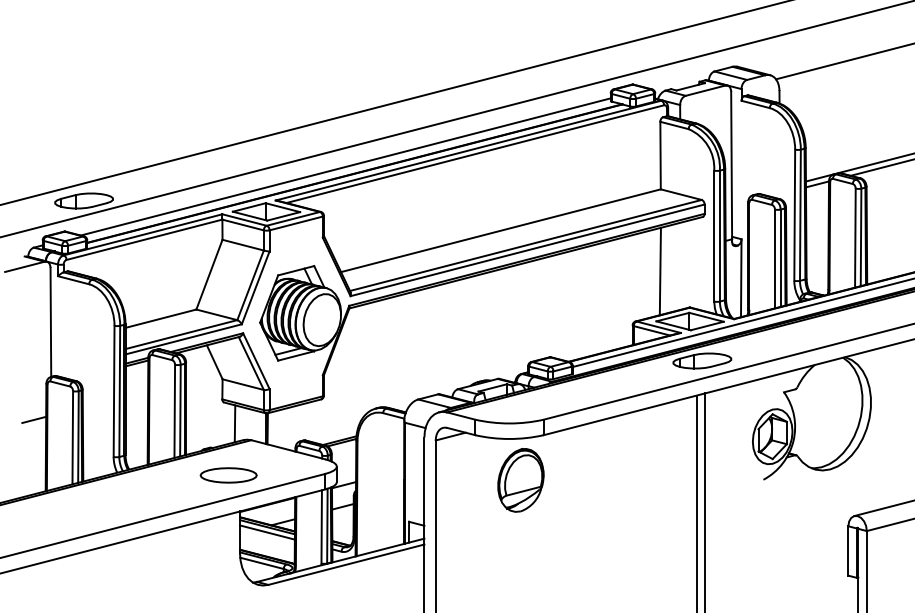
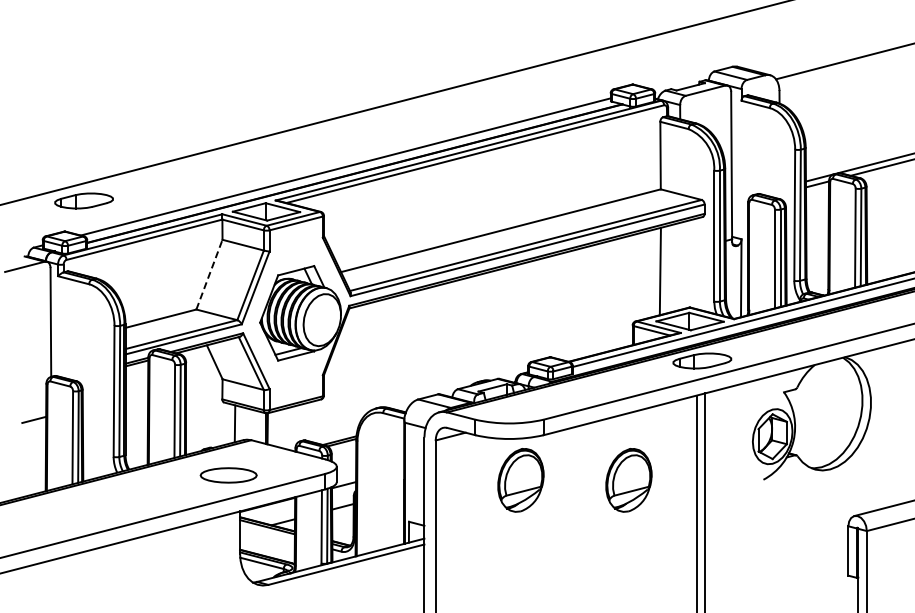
line at (455, 119): present -> none
line at (209, 274): solid -> dashed
part at (628, 480): none -> present
line at (267, 532): present -> none
